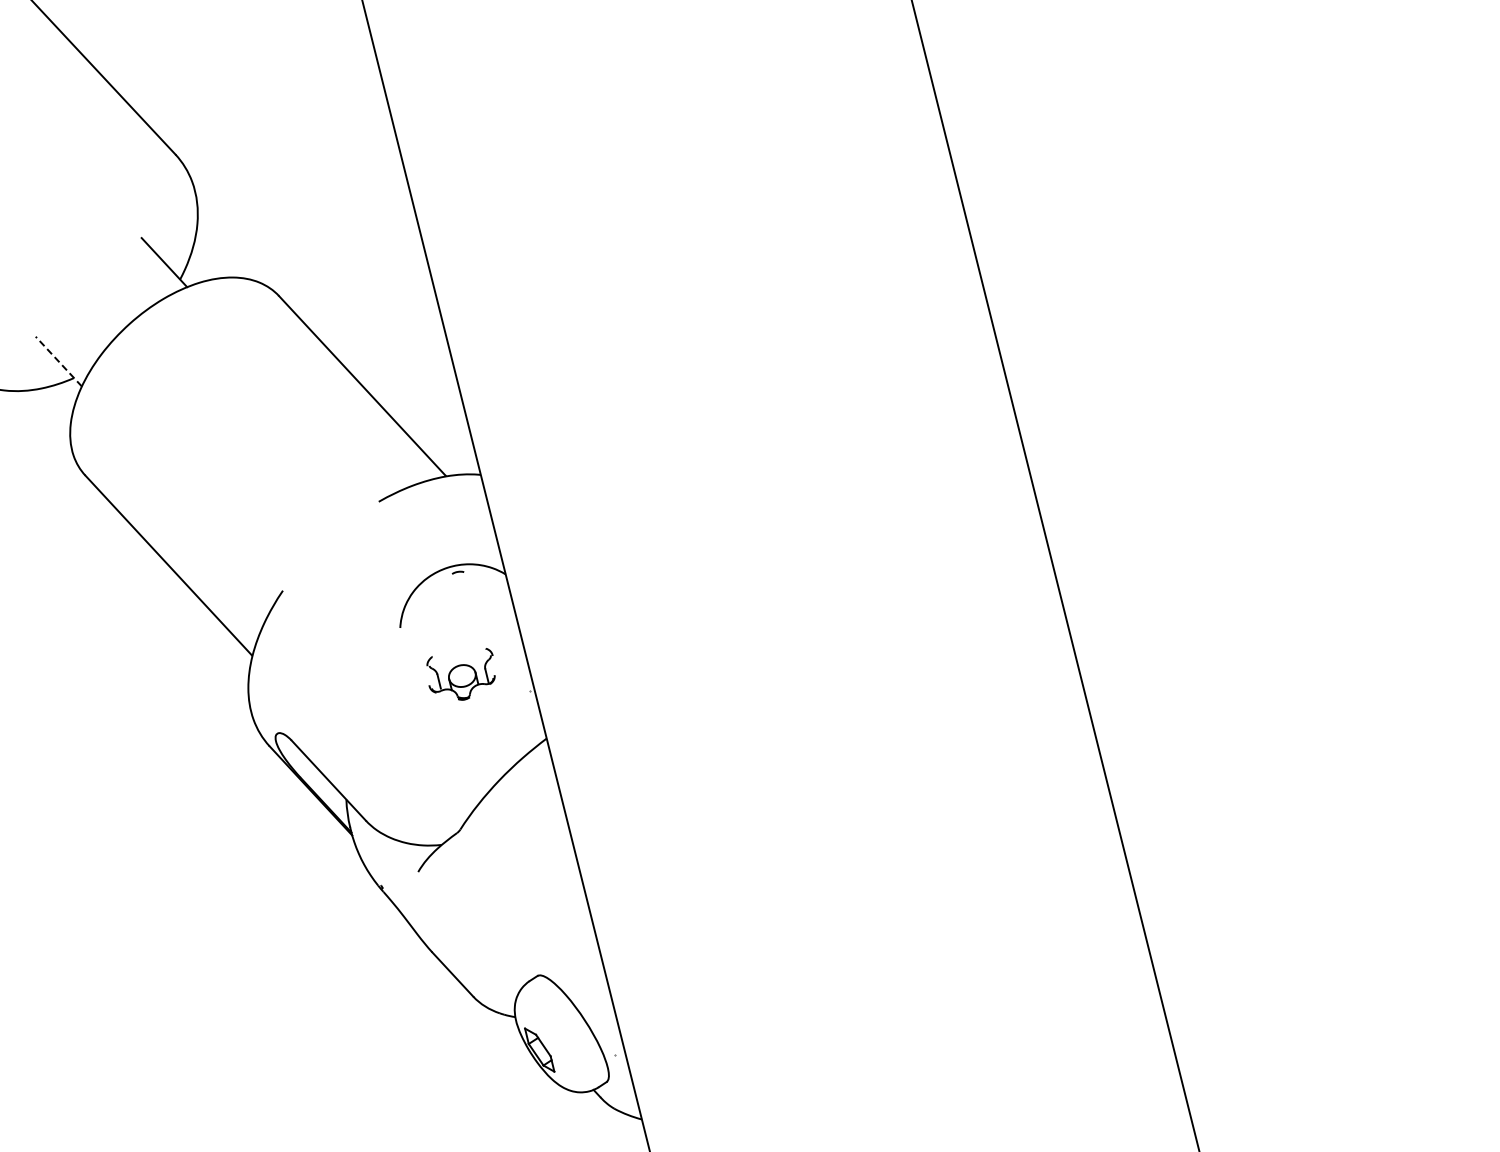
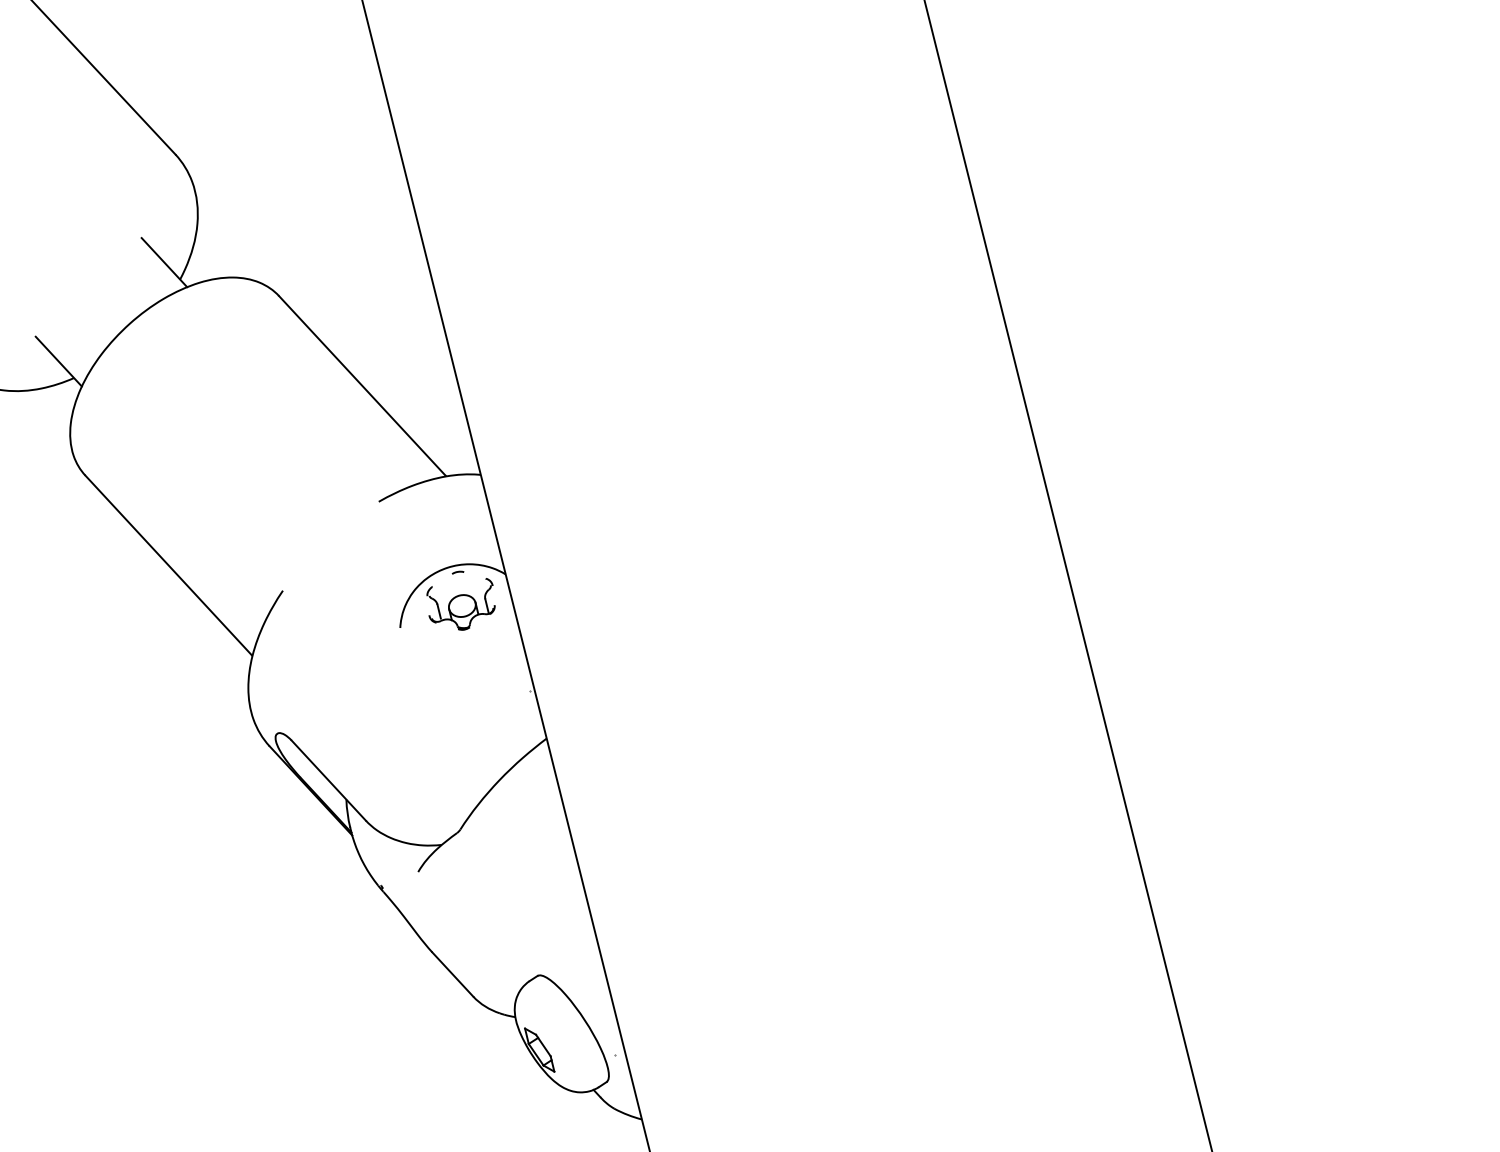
line at (58, 361): dashed -> solid
line at (1055, 575) position: (1055, 575) -> (1068, 575)
part at (460, 674) position: (460, 674) -> (460, 604)
